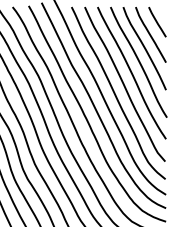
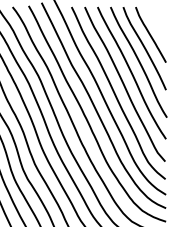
line at (157, 22): present -> none
